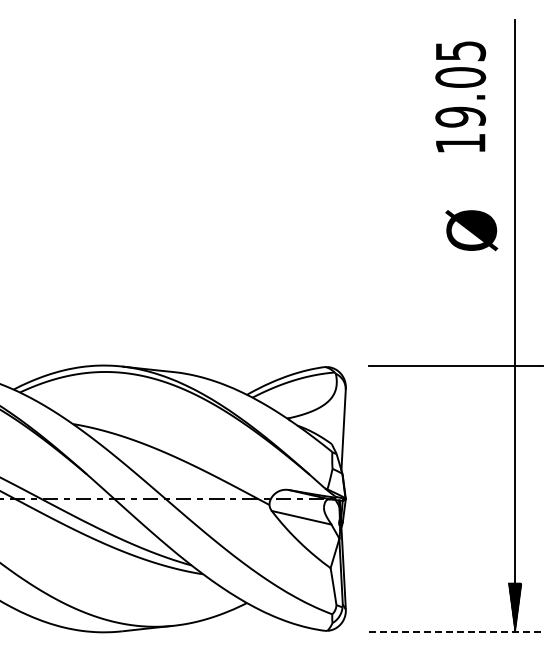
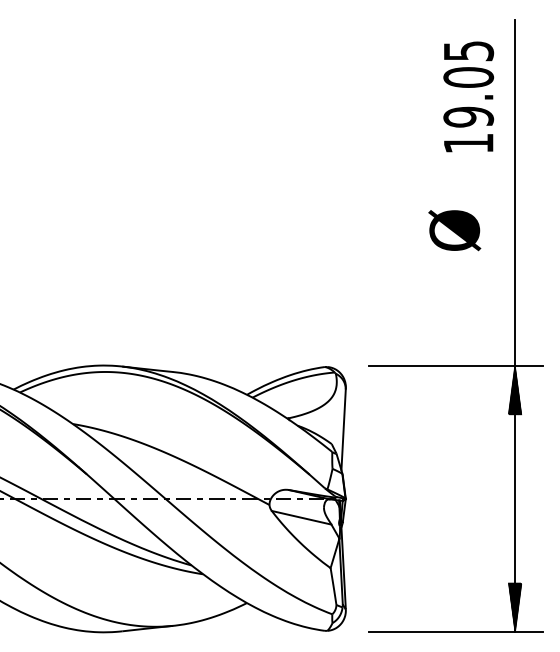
text at (460, 96) position: (460, 96) -> (468, 96)
text at (471, 230) position: (471, 230) -> (454, 230)
hatch at (514, 389): none -> present
line at (456, 632): dashed -> solid
